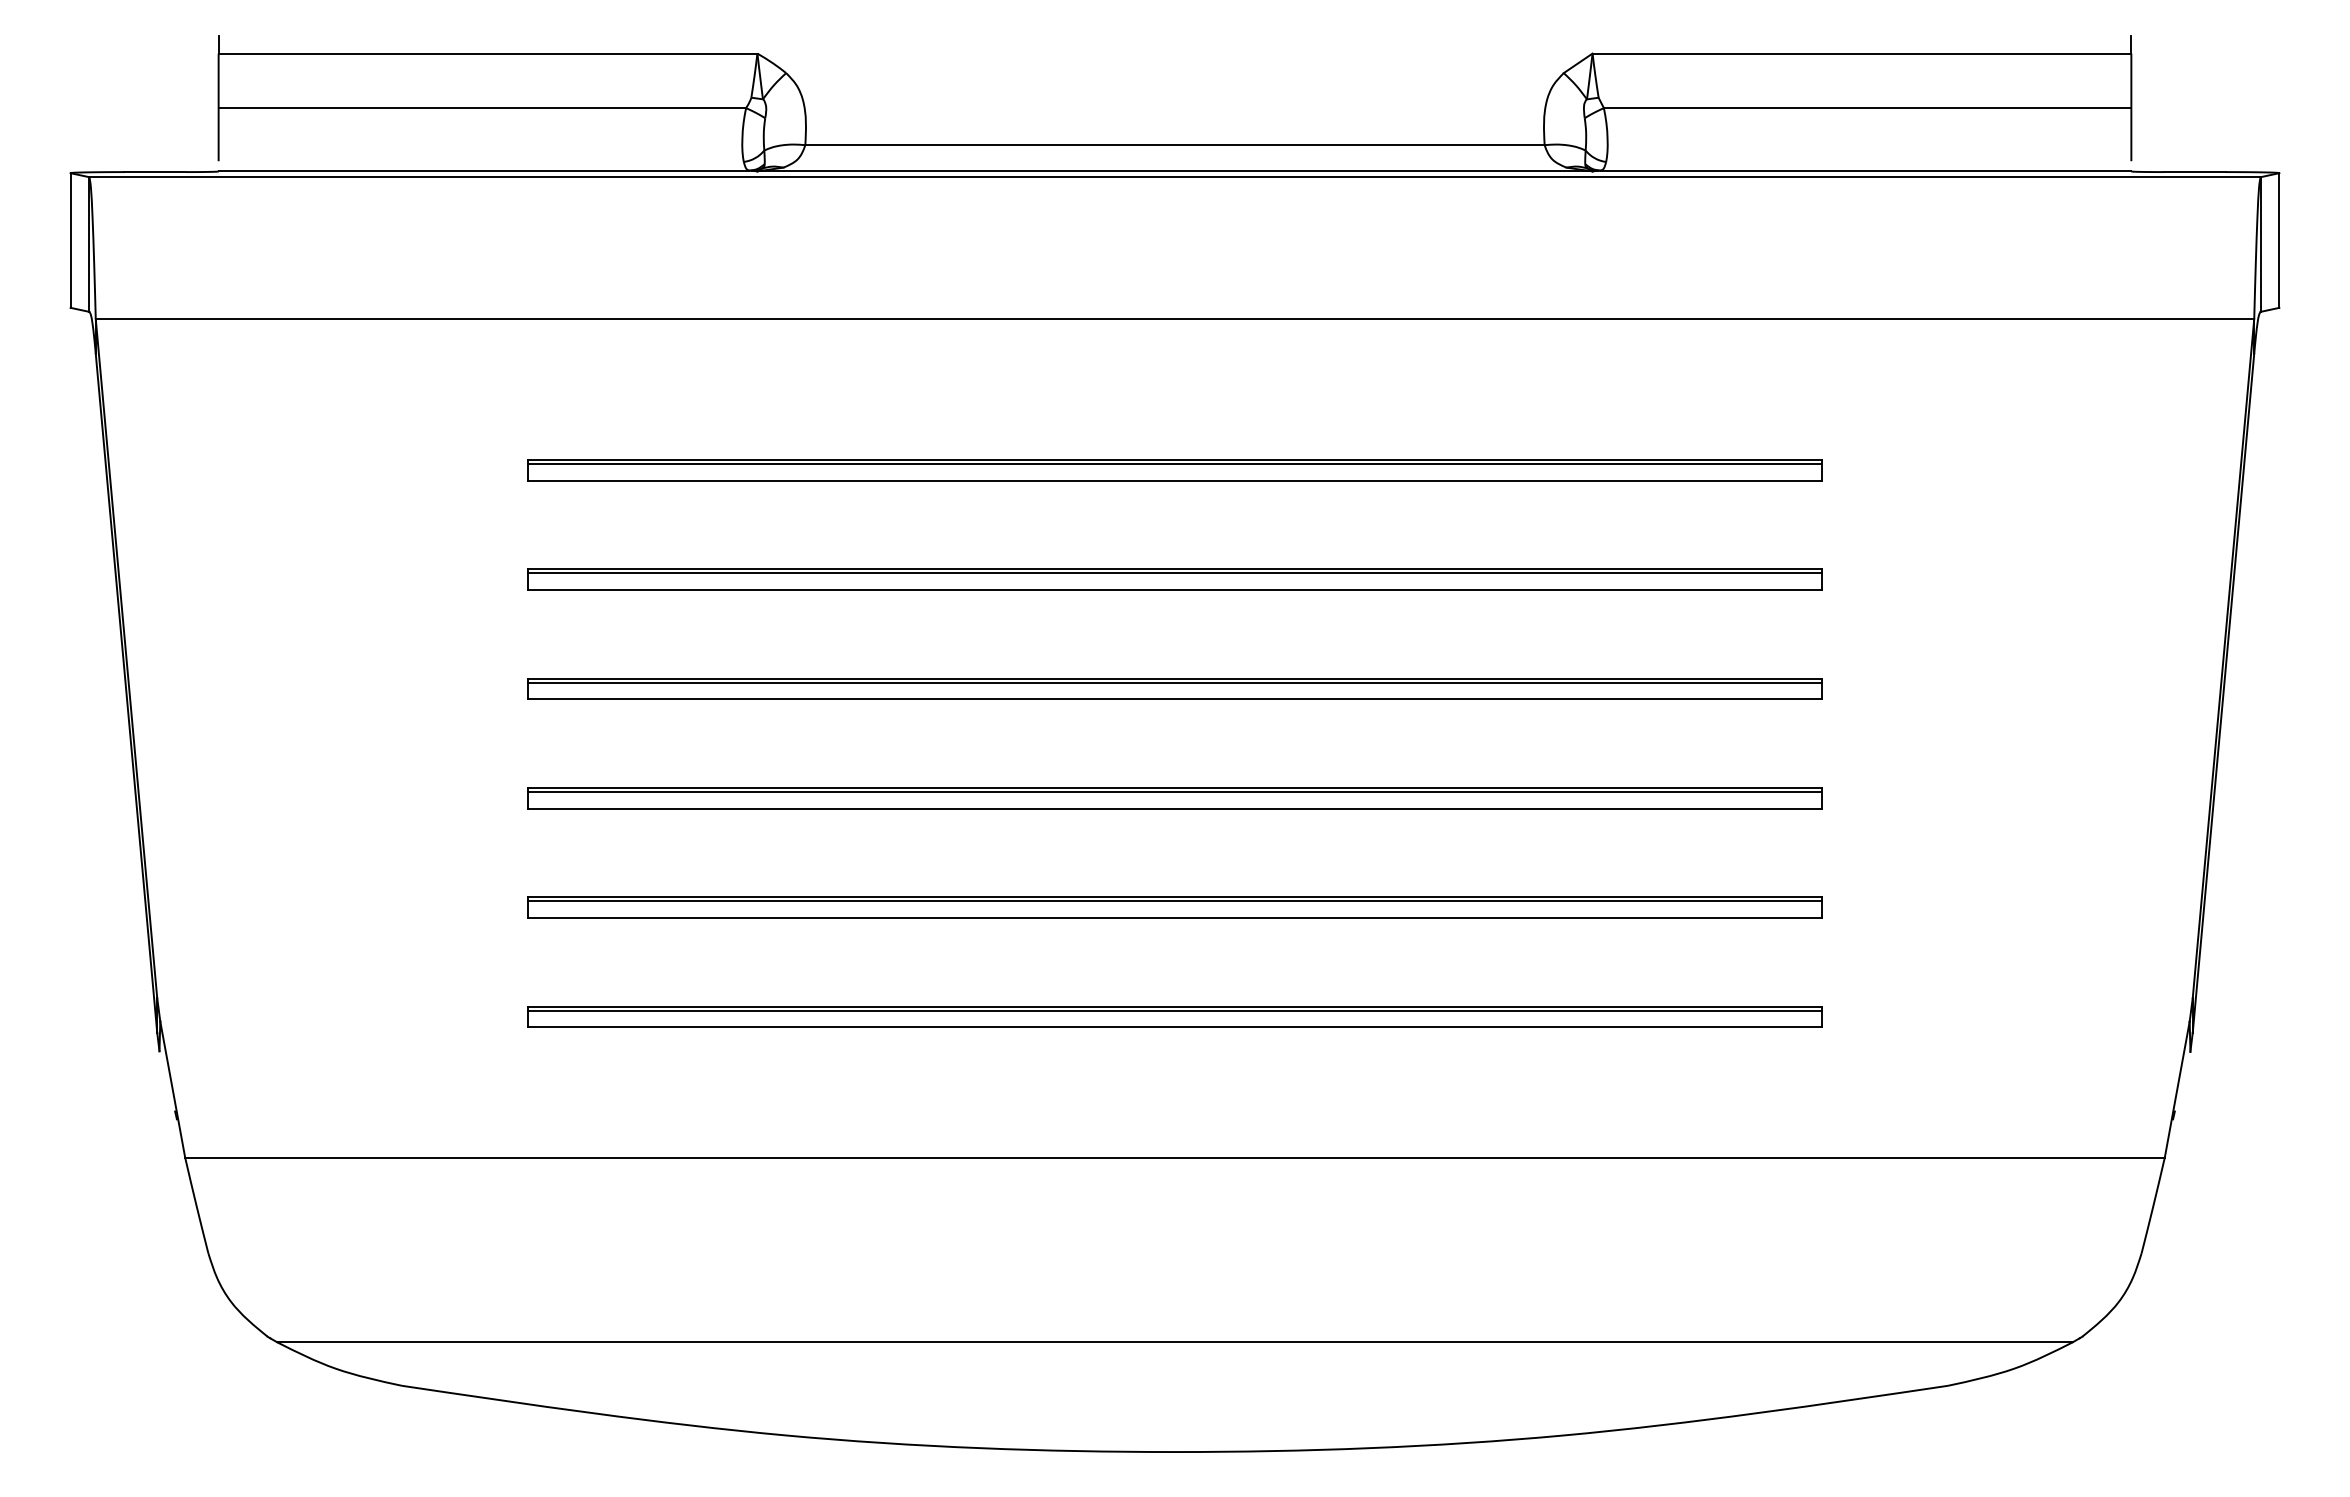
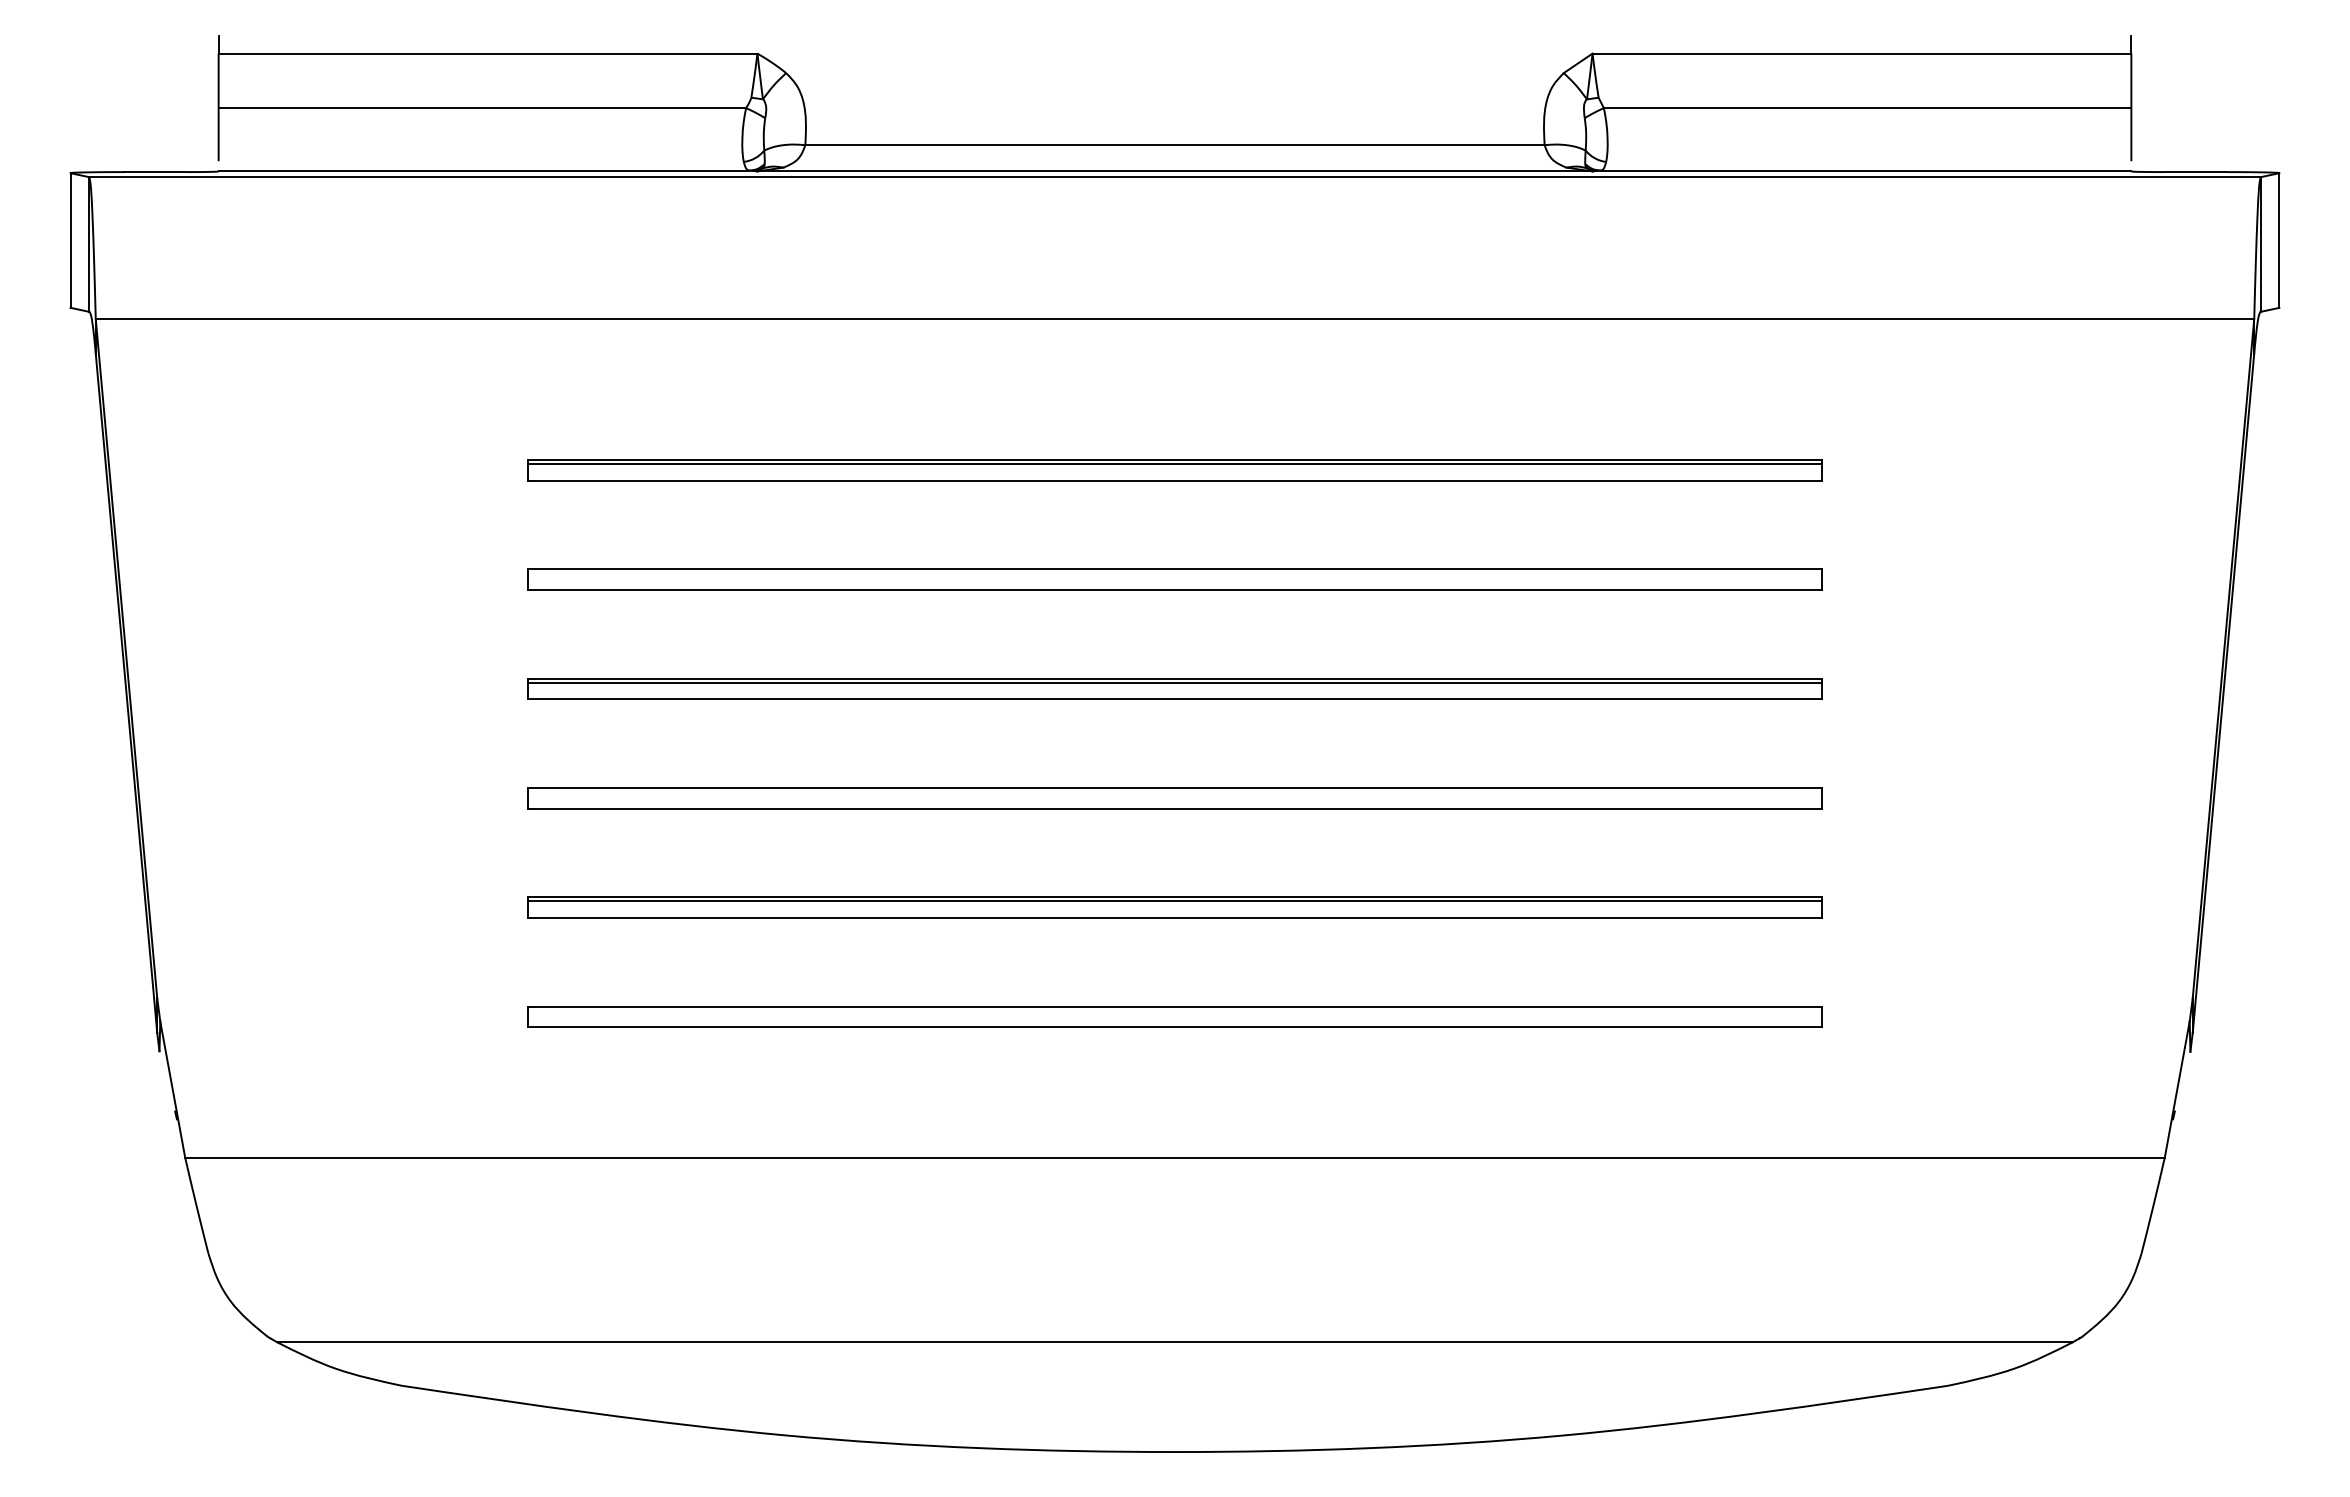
line at (1174, 573): present -> none
line at (1174, 792): present -> none
line at (1174, 1010): present -> none
